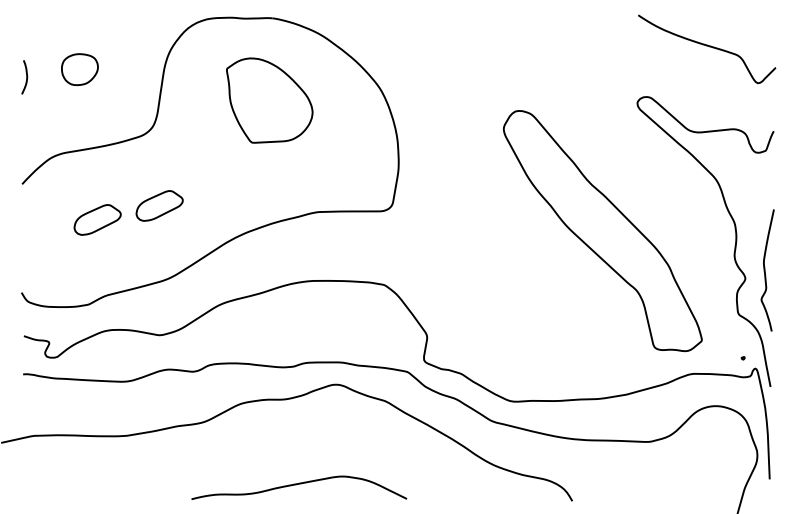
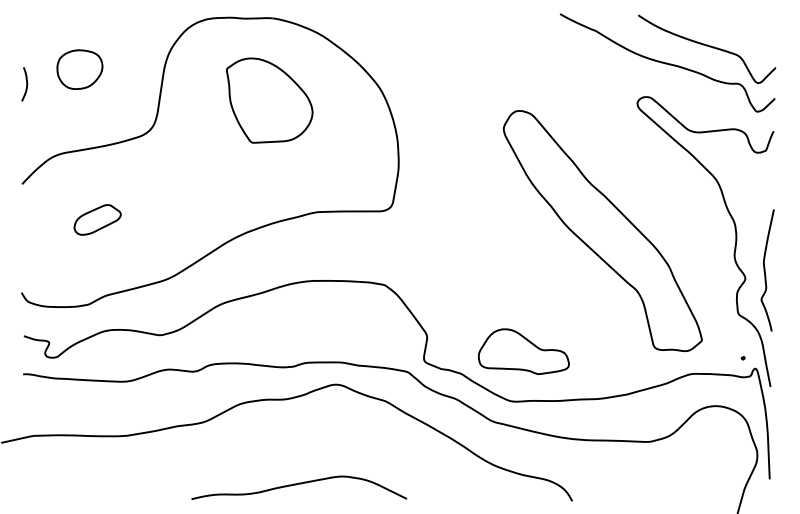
curve at (667, 62): none -> present
part at (79, 69) size: 38x34 px -> 48x41 px
curve at (26, 77) position: (26, 77) -> (26, 84)
part at (159, 205): present -> none
part at (523, 351): none -> present
